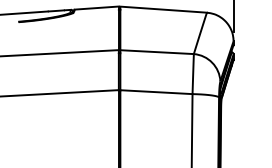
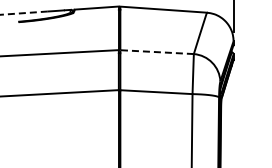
line at (24, 13): solid -> dashed
line at (157, 52): solid -> dashed
